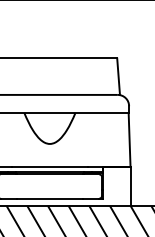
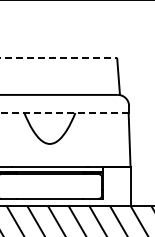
line at (59, 57): solid -> dashed
line at (64, 112): solid -> dashed
